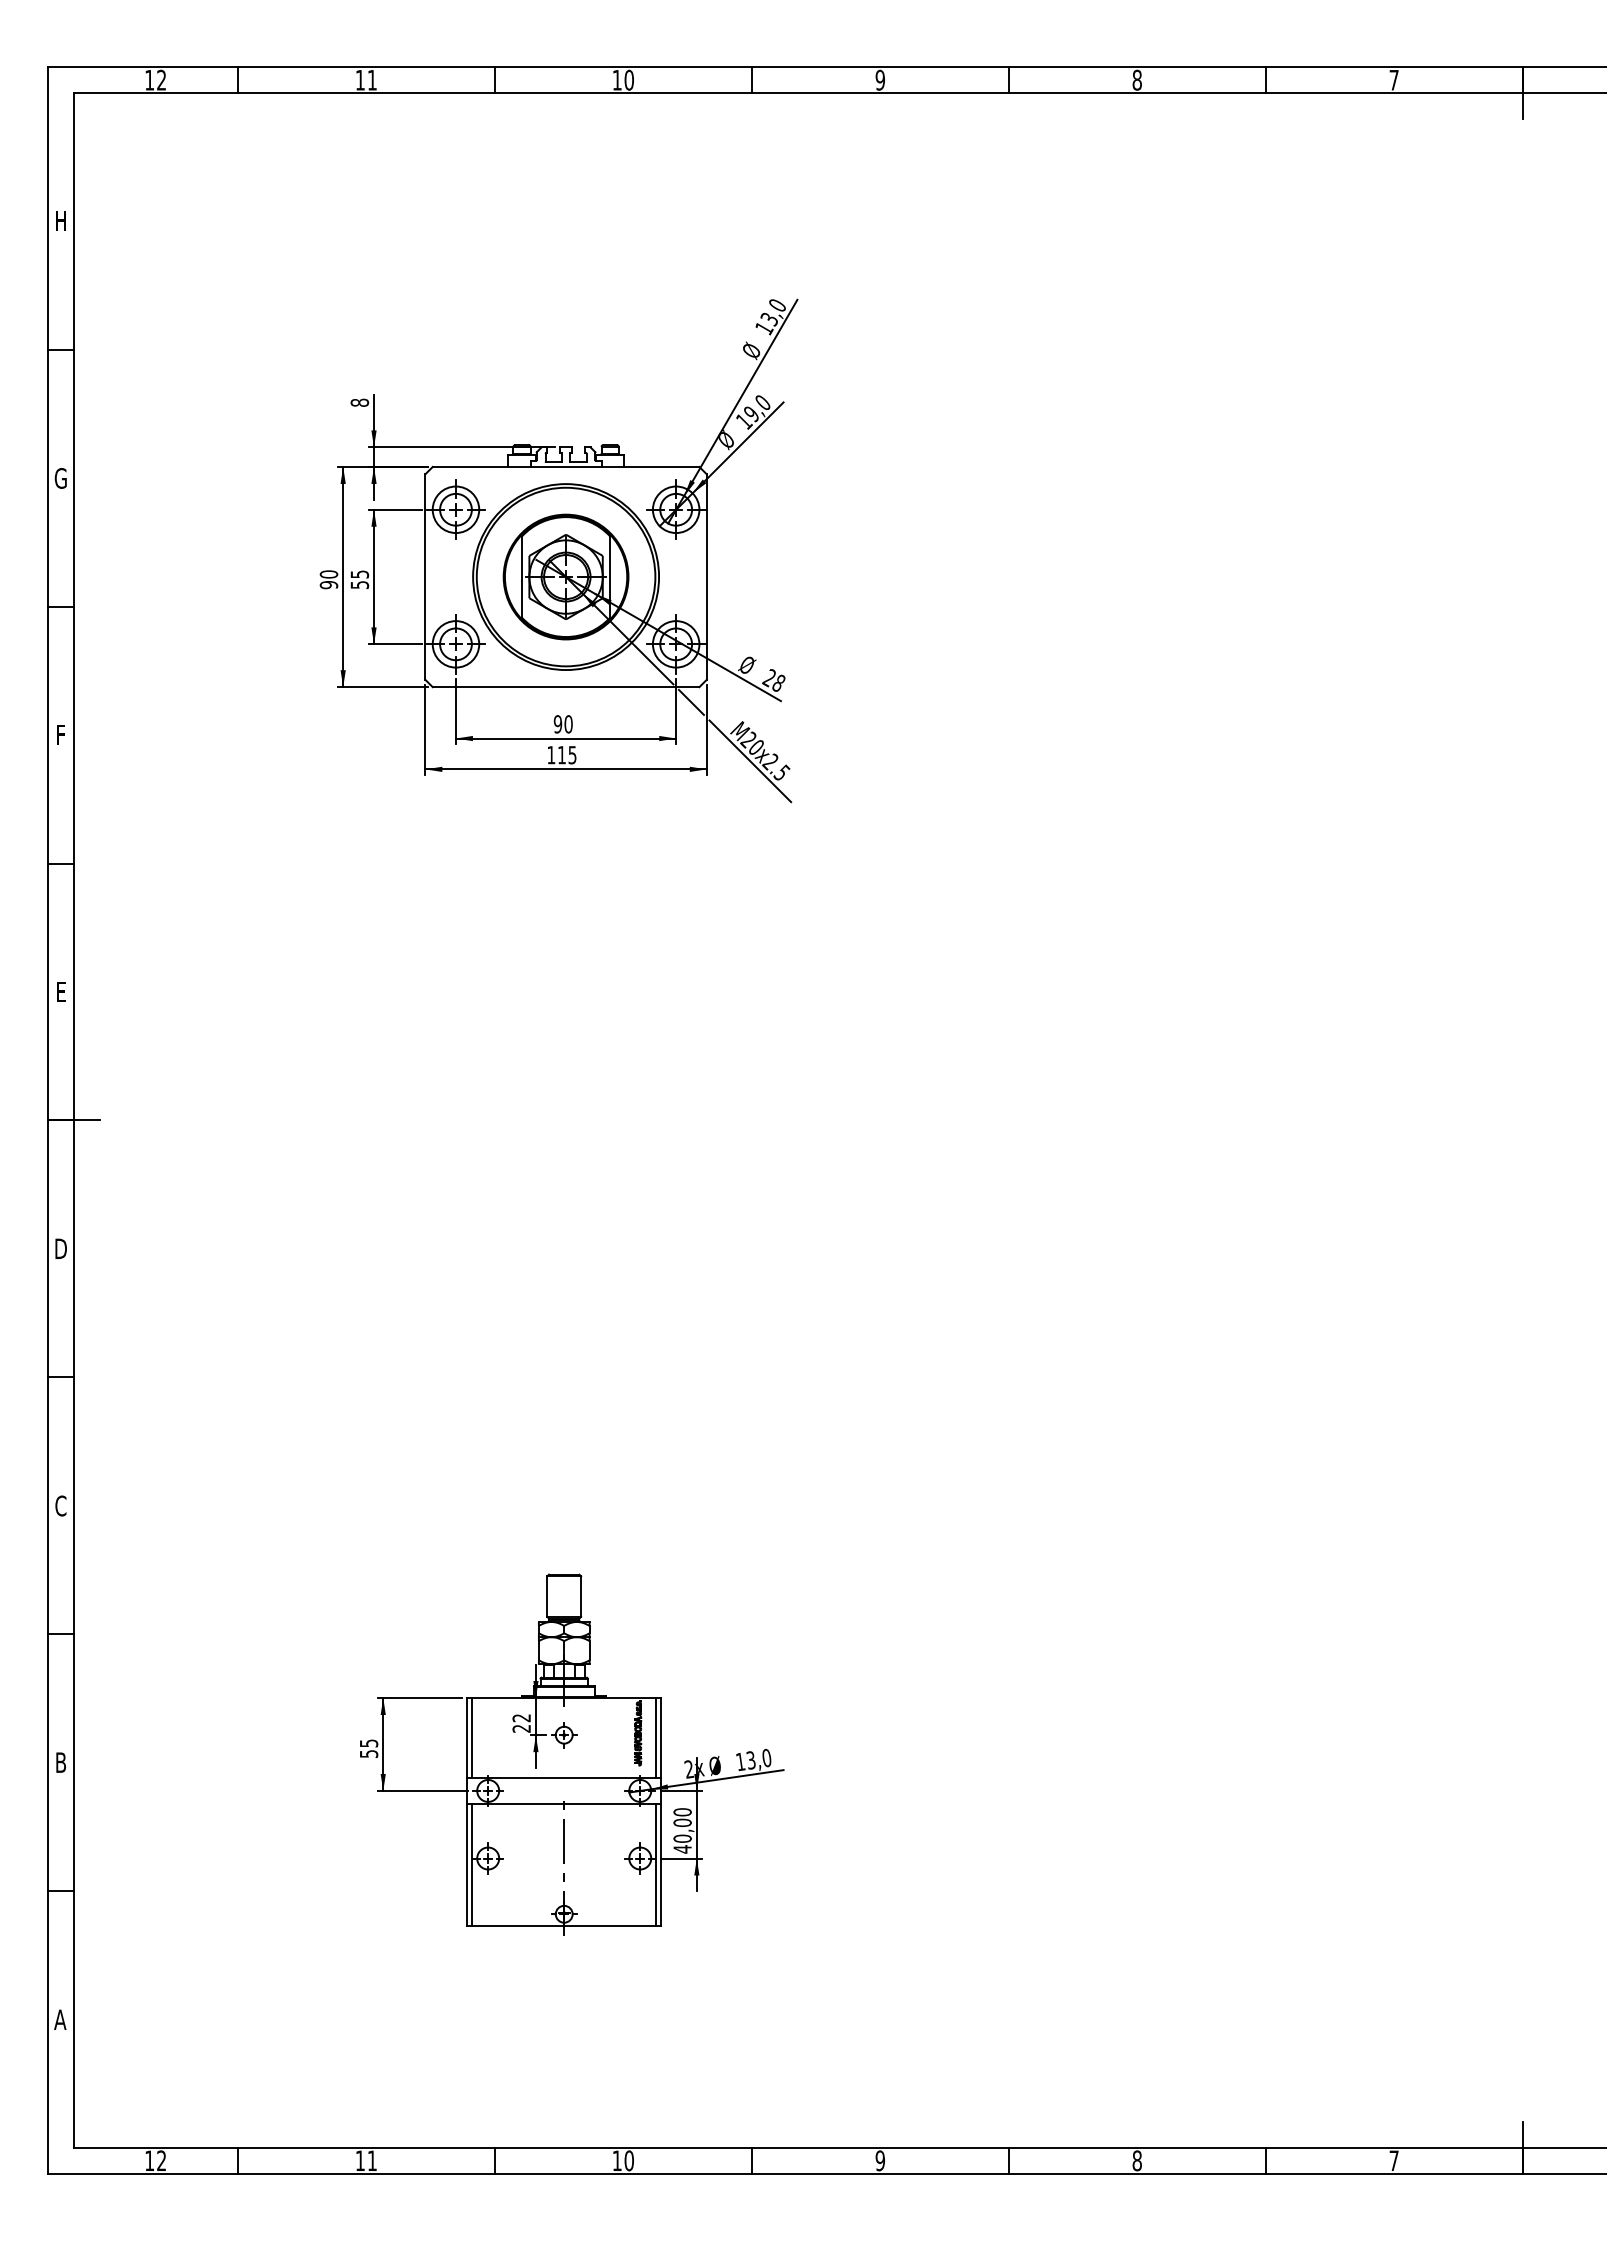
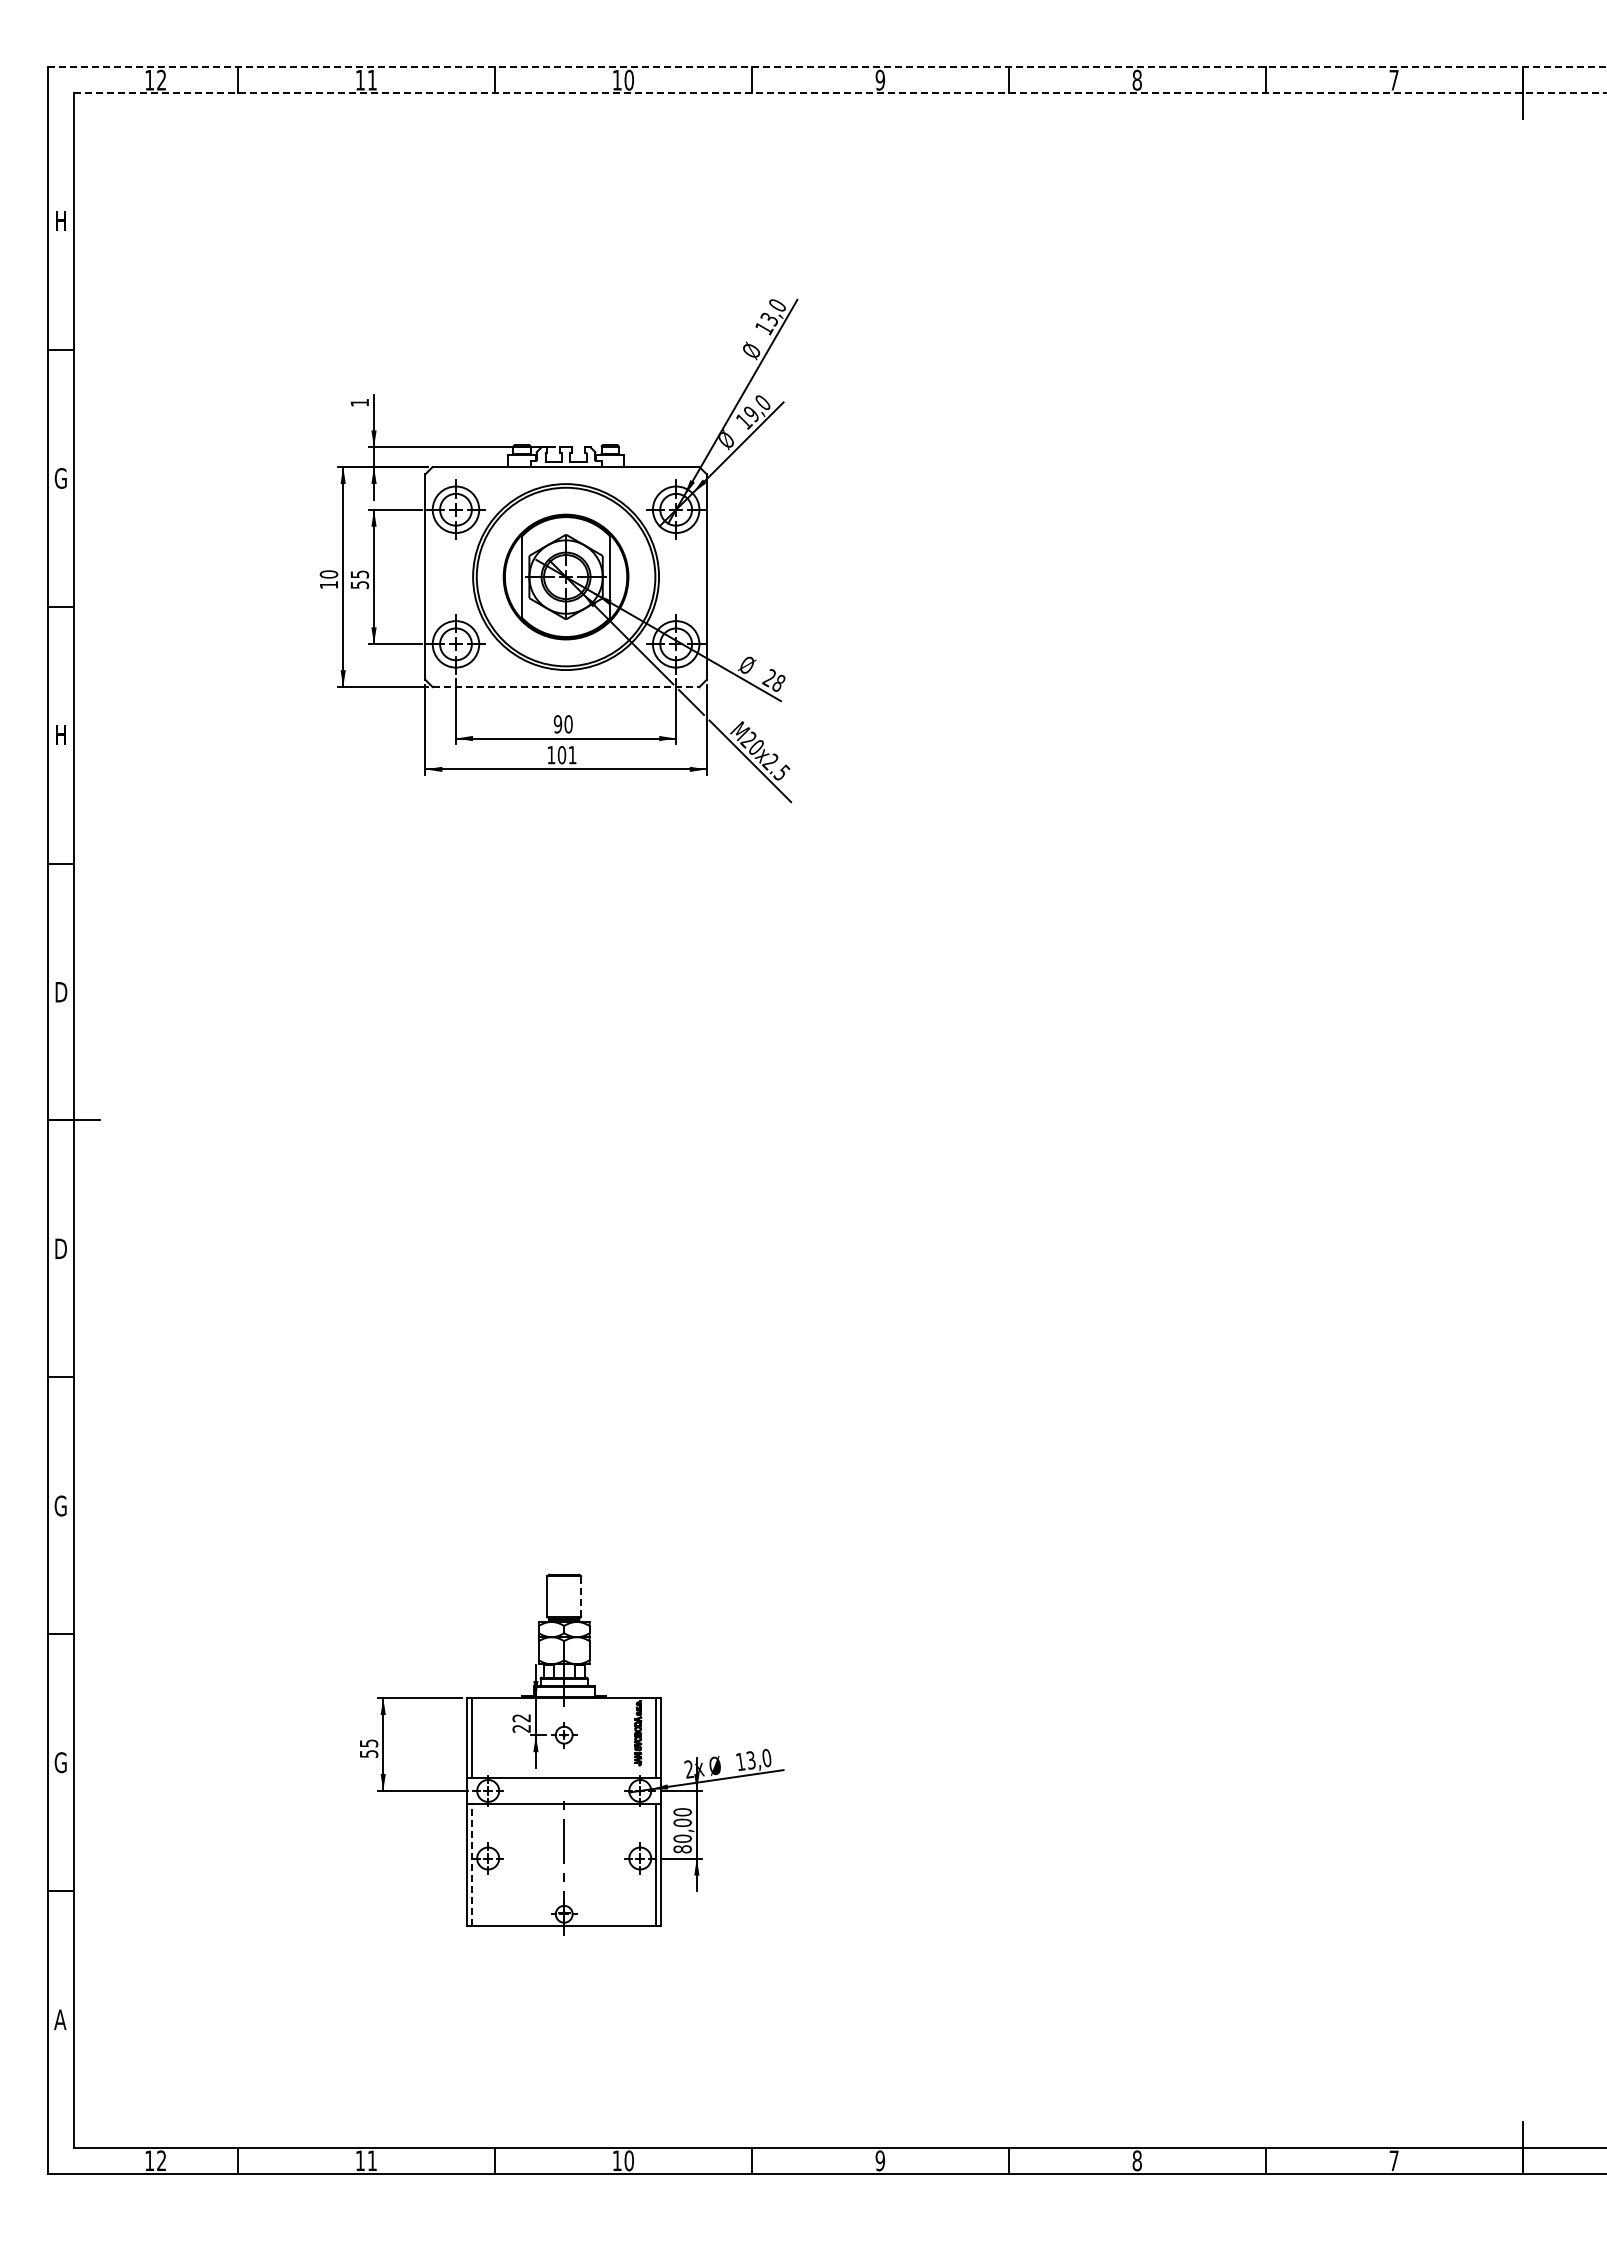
line at (828, 67): solid -> dashed
line at (840, 92): solid -> dashed
text at (359, 402): 8 -> 1
text at (328, 585): 90 -> 10
line at (566, 687): solid -> dashed
text at (60, 734): F -> H
text at (566, 755): 115 -> 101
text at (61, 992): E -> D
text at (60, 1505): C -> G
line at (581, 1596): solid -> dashed
text at (60, 1762): B -> G
text at (682, 1849): 40,00 -> 80,00
line at (472, 1864): solid -> dashed
